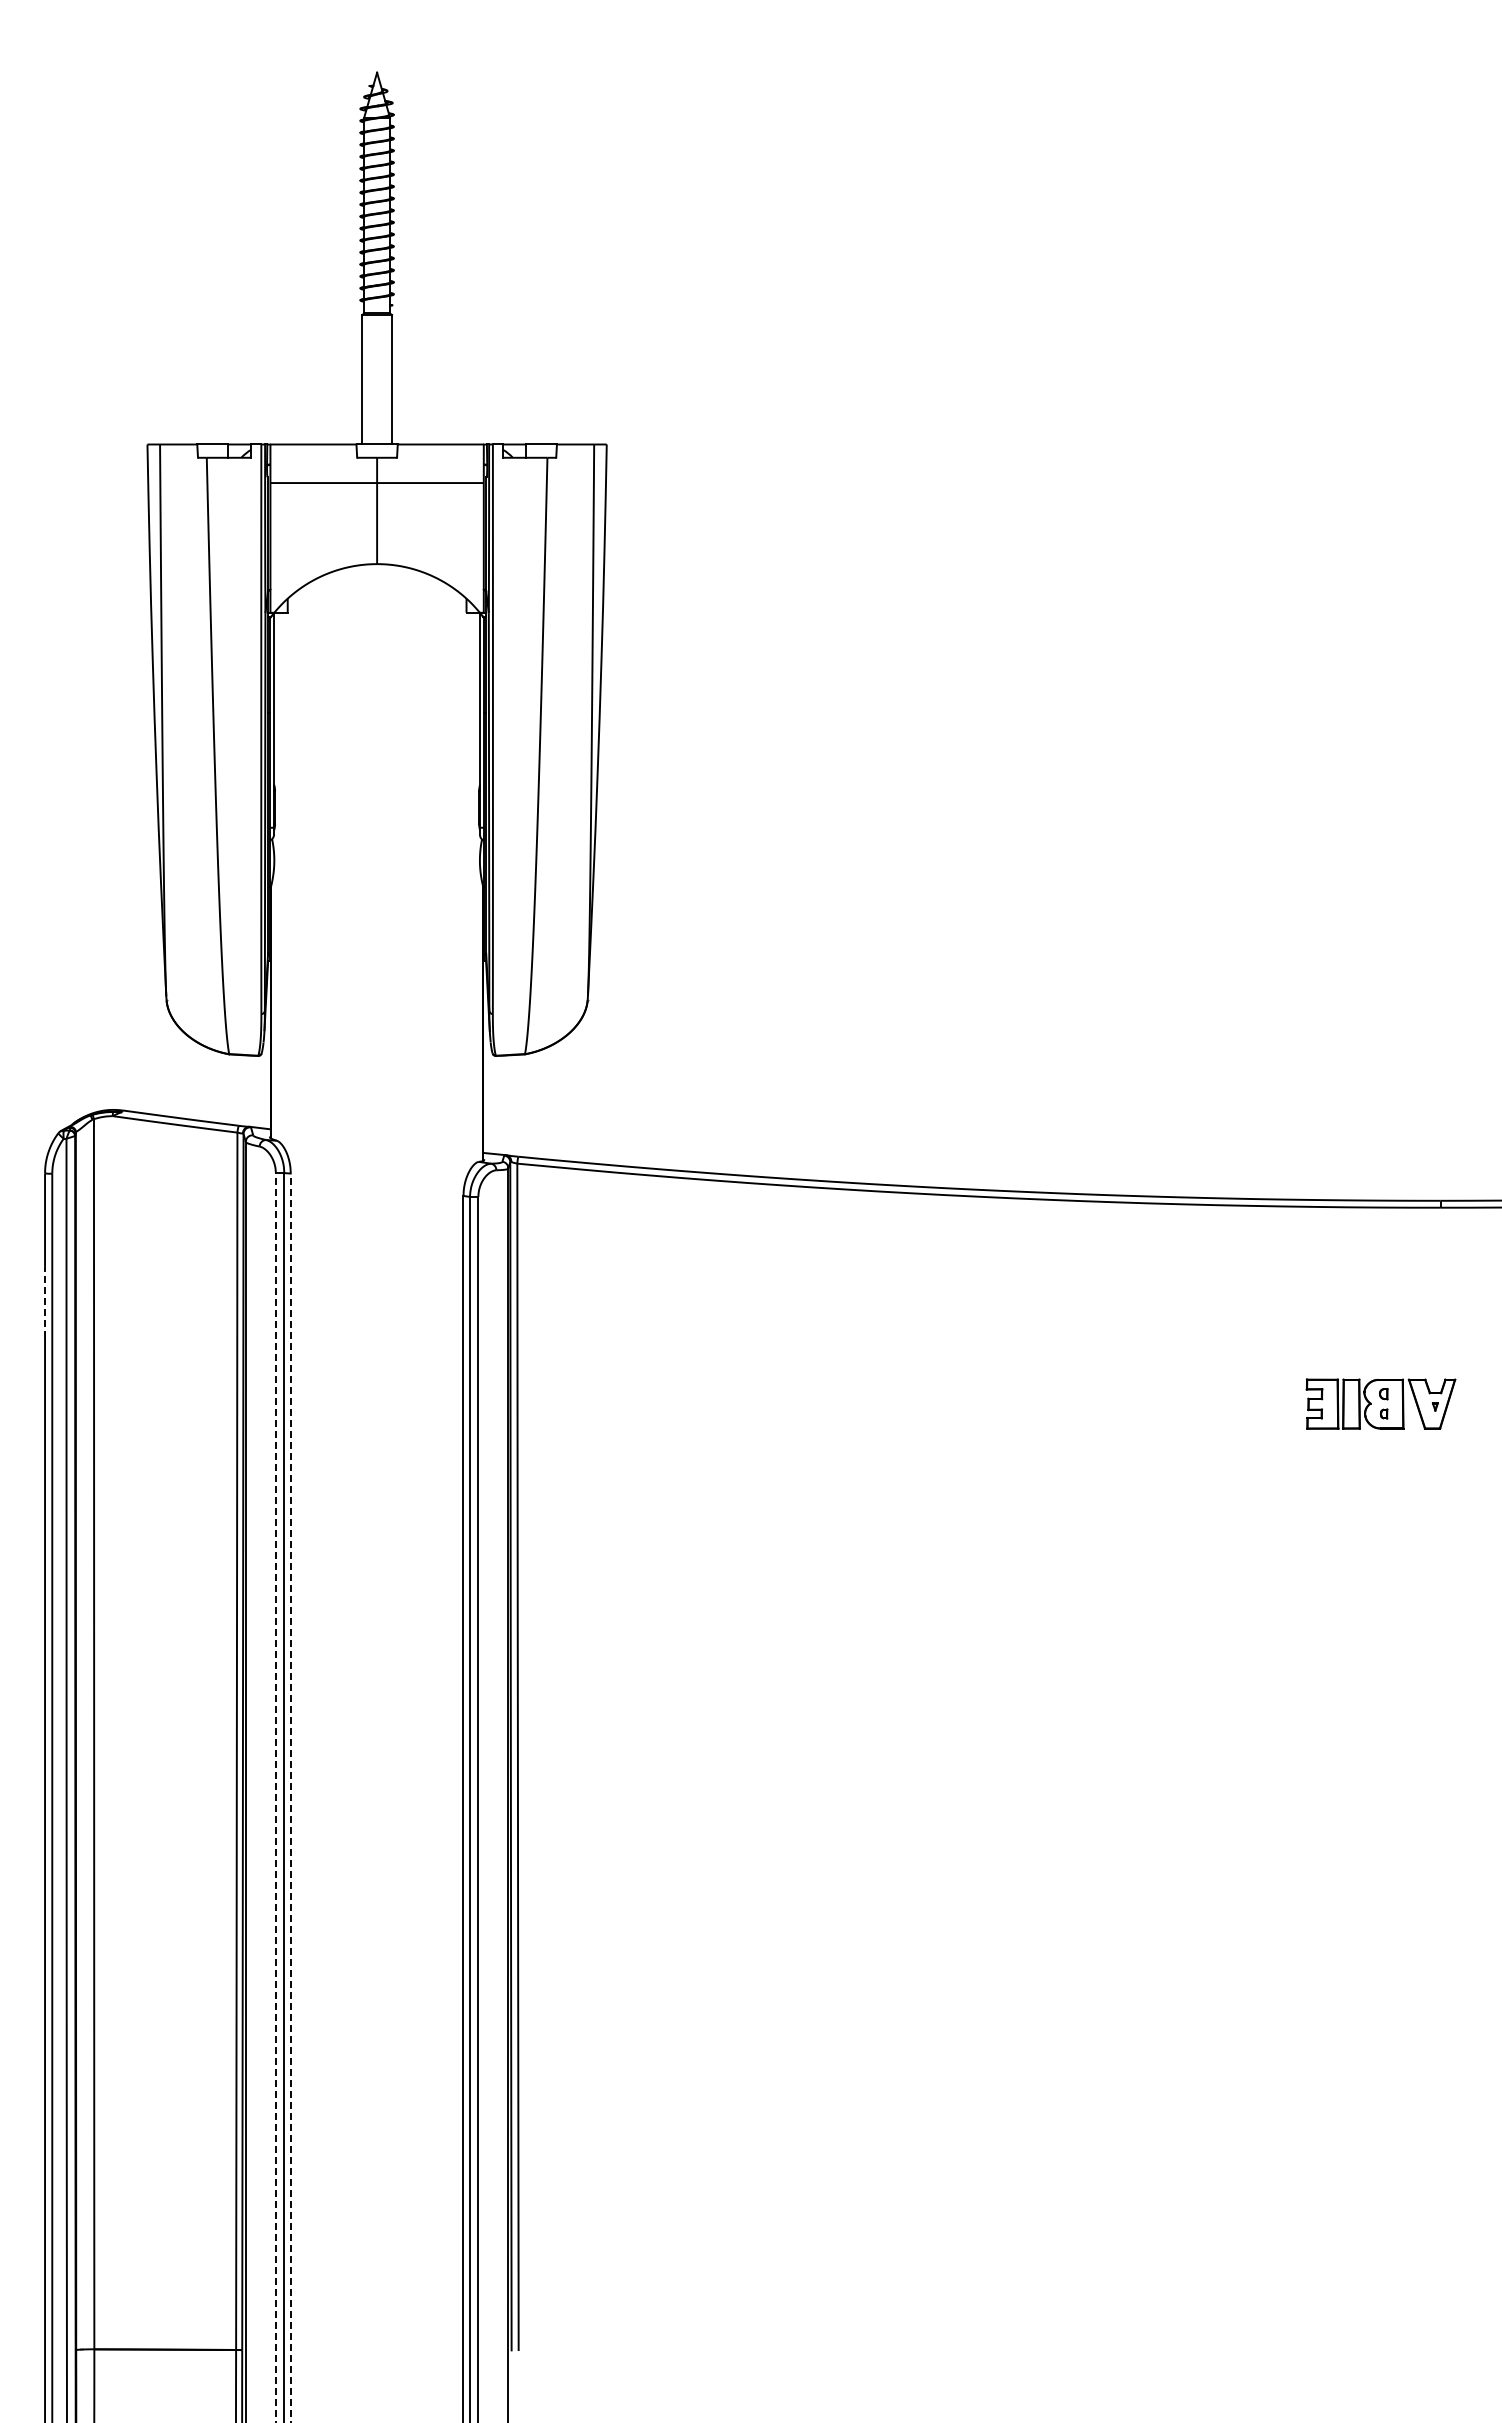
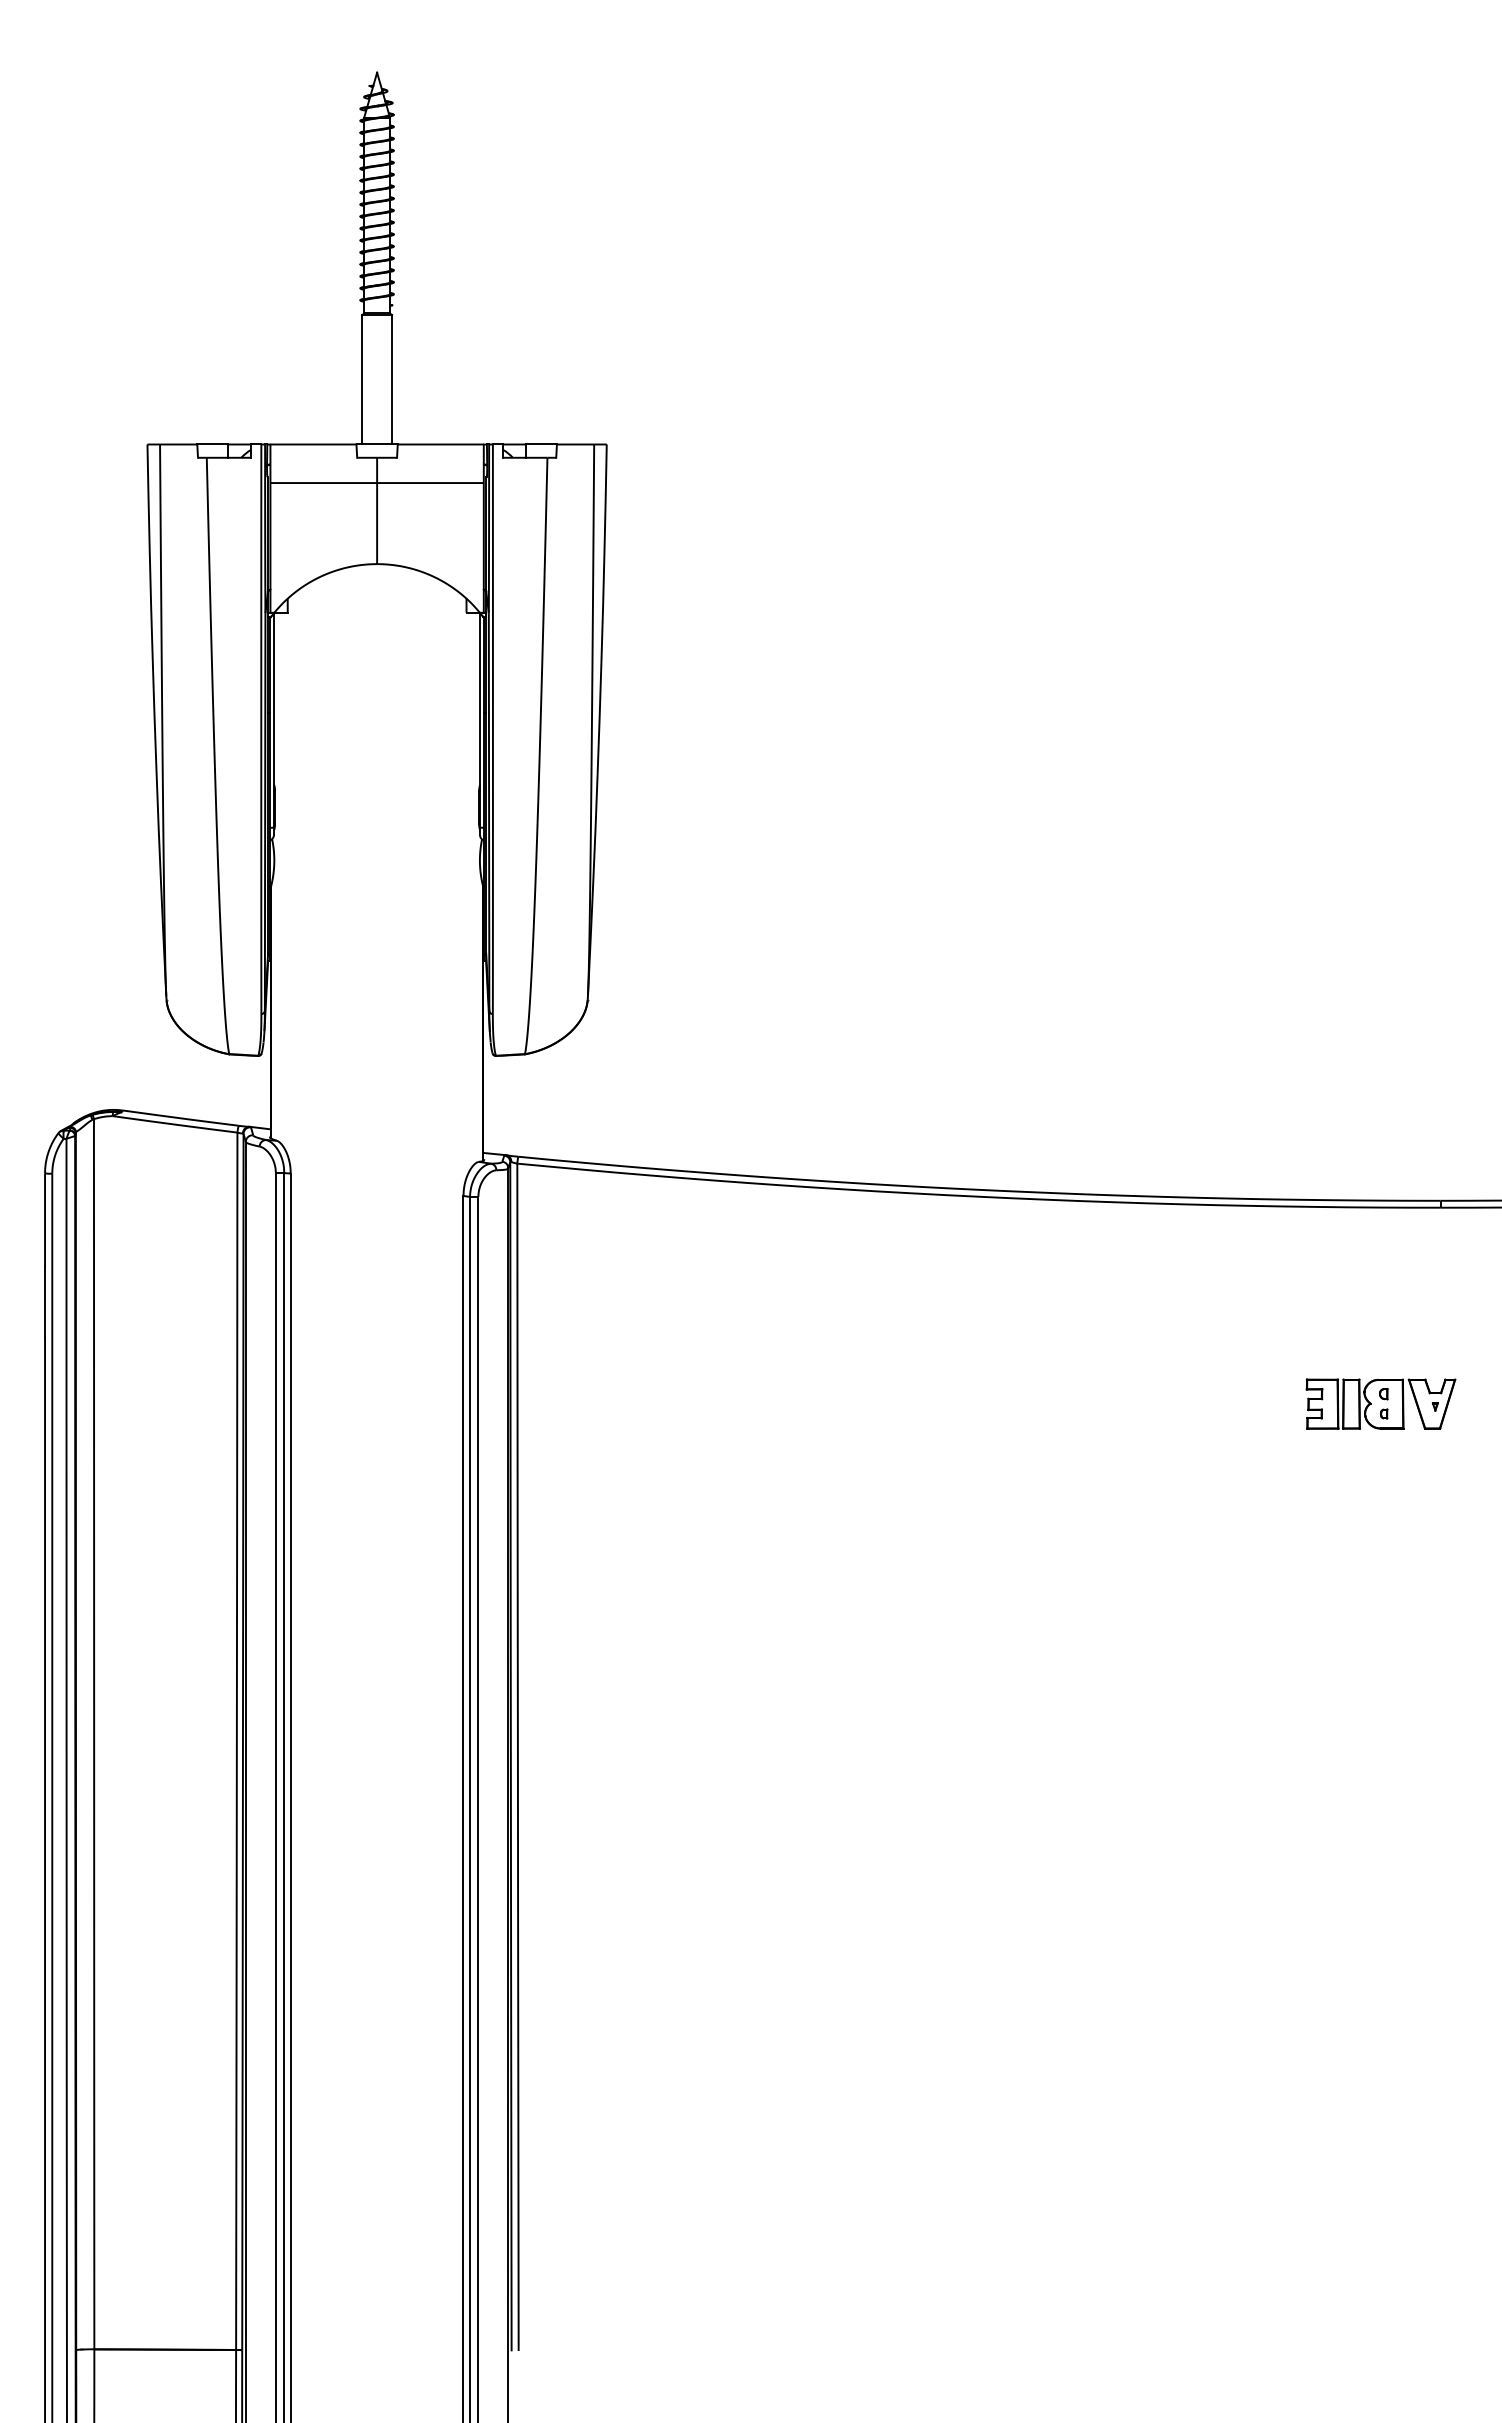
line at (45, 1301): dashed -> solid
line at (275, 1797): dashed -> solid
line at (290, 1797): dashed -> solid
